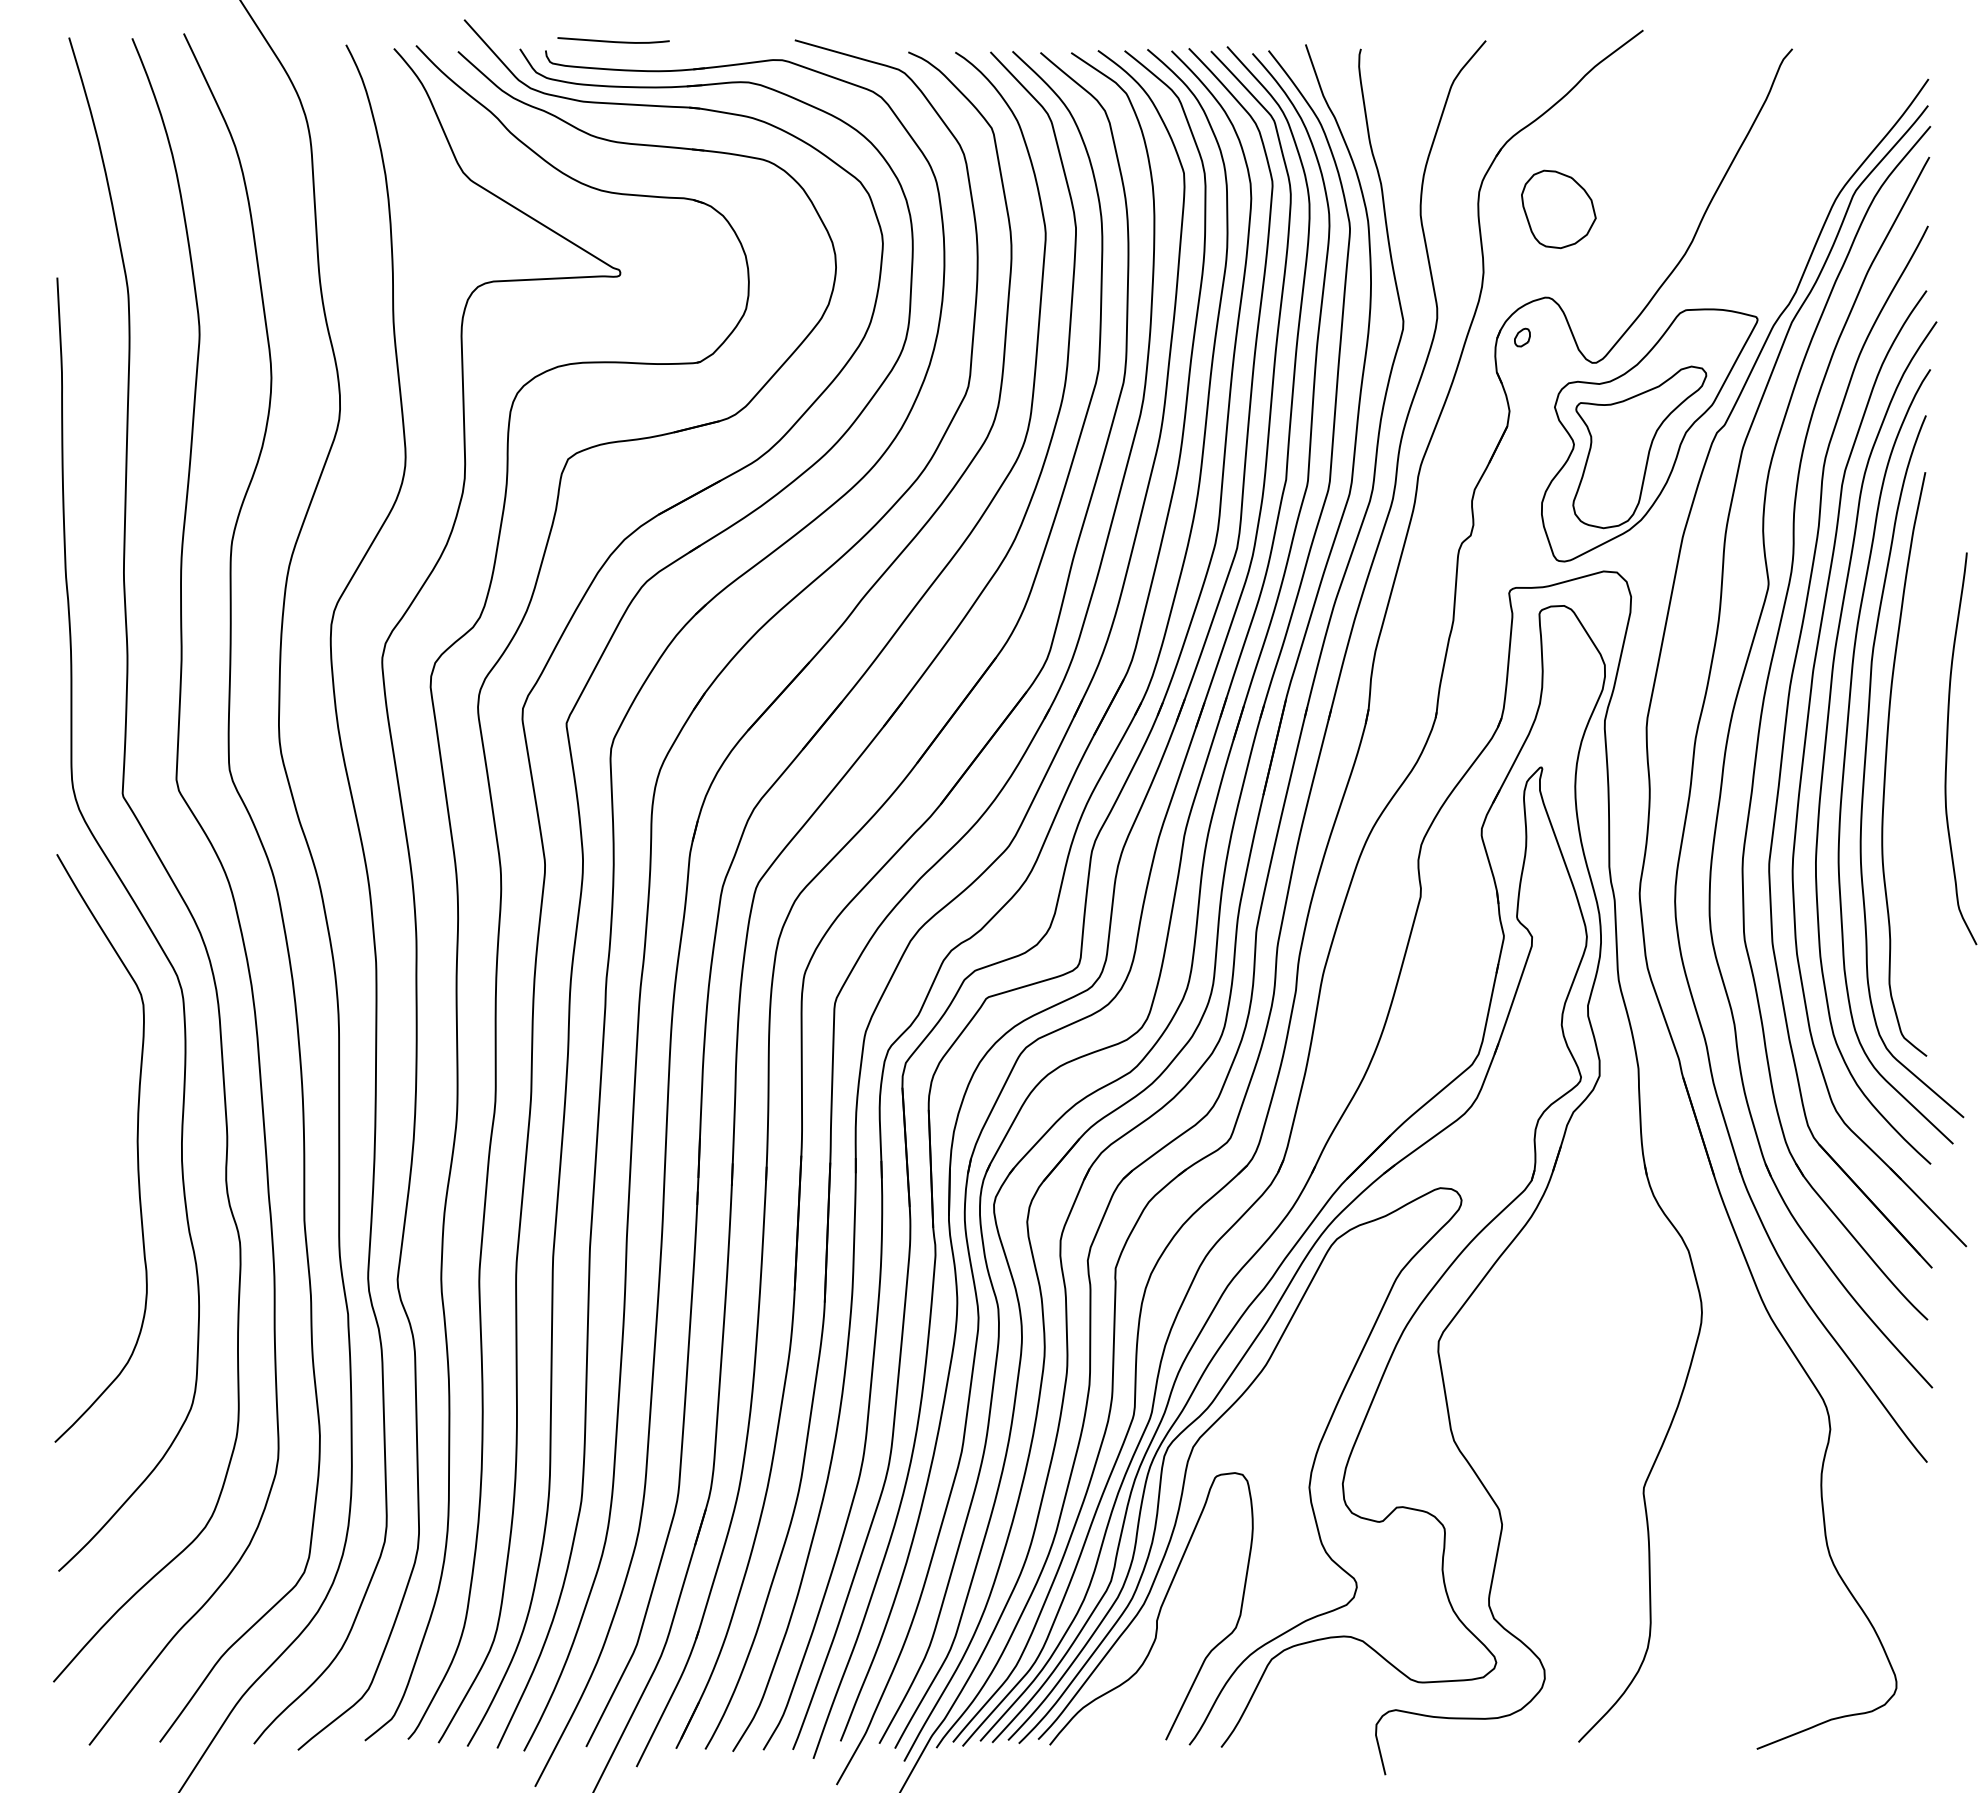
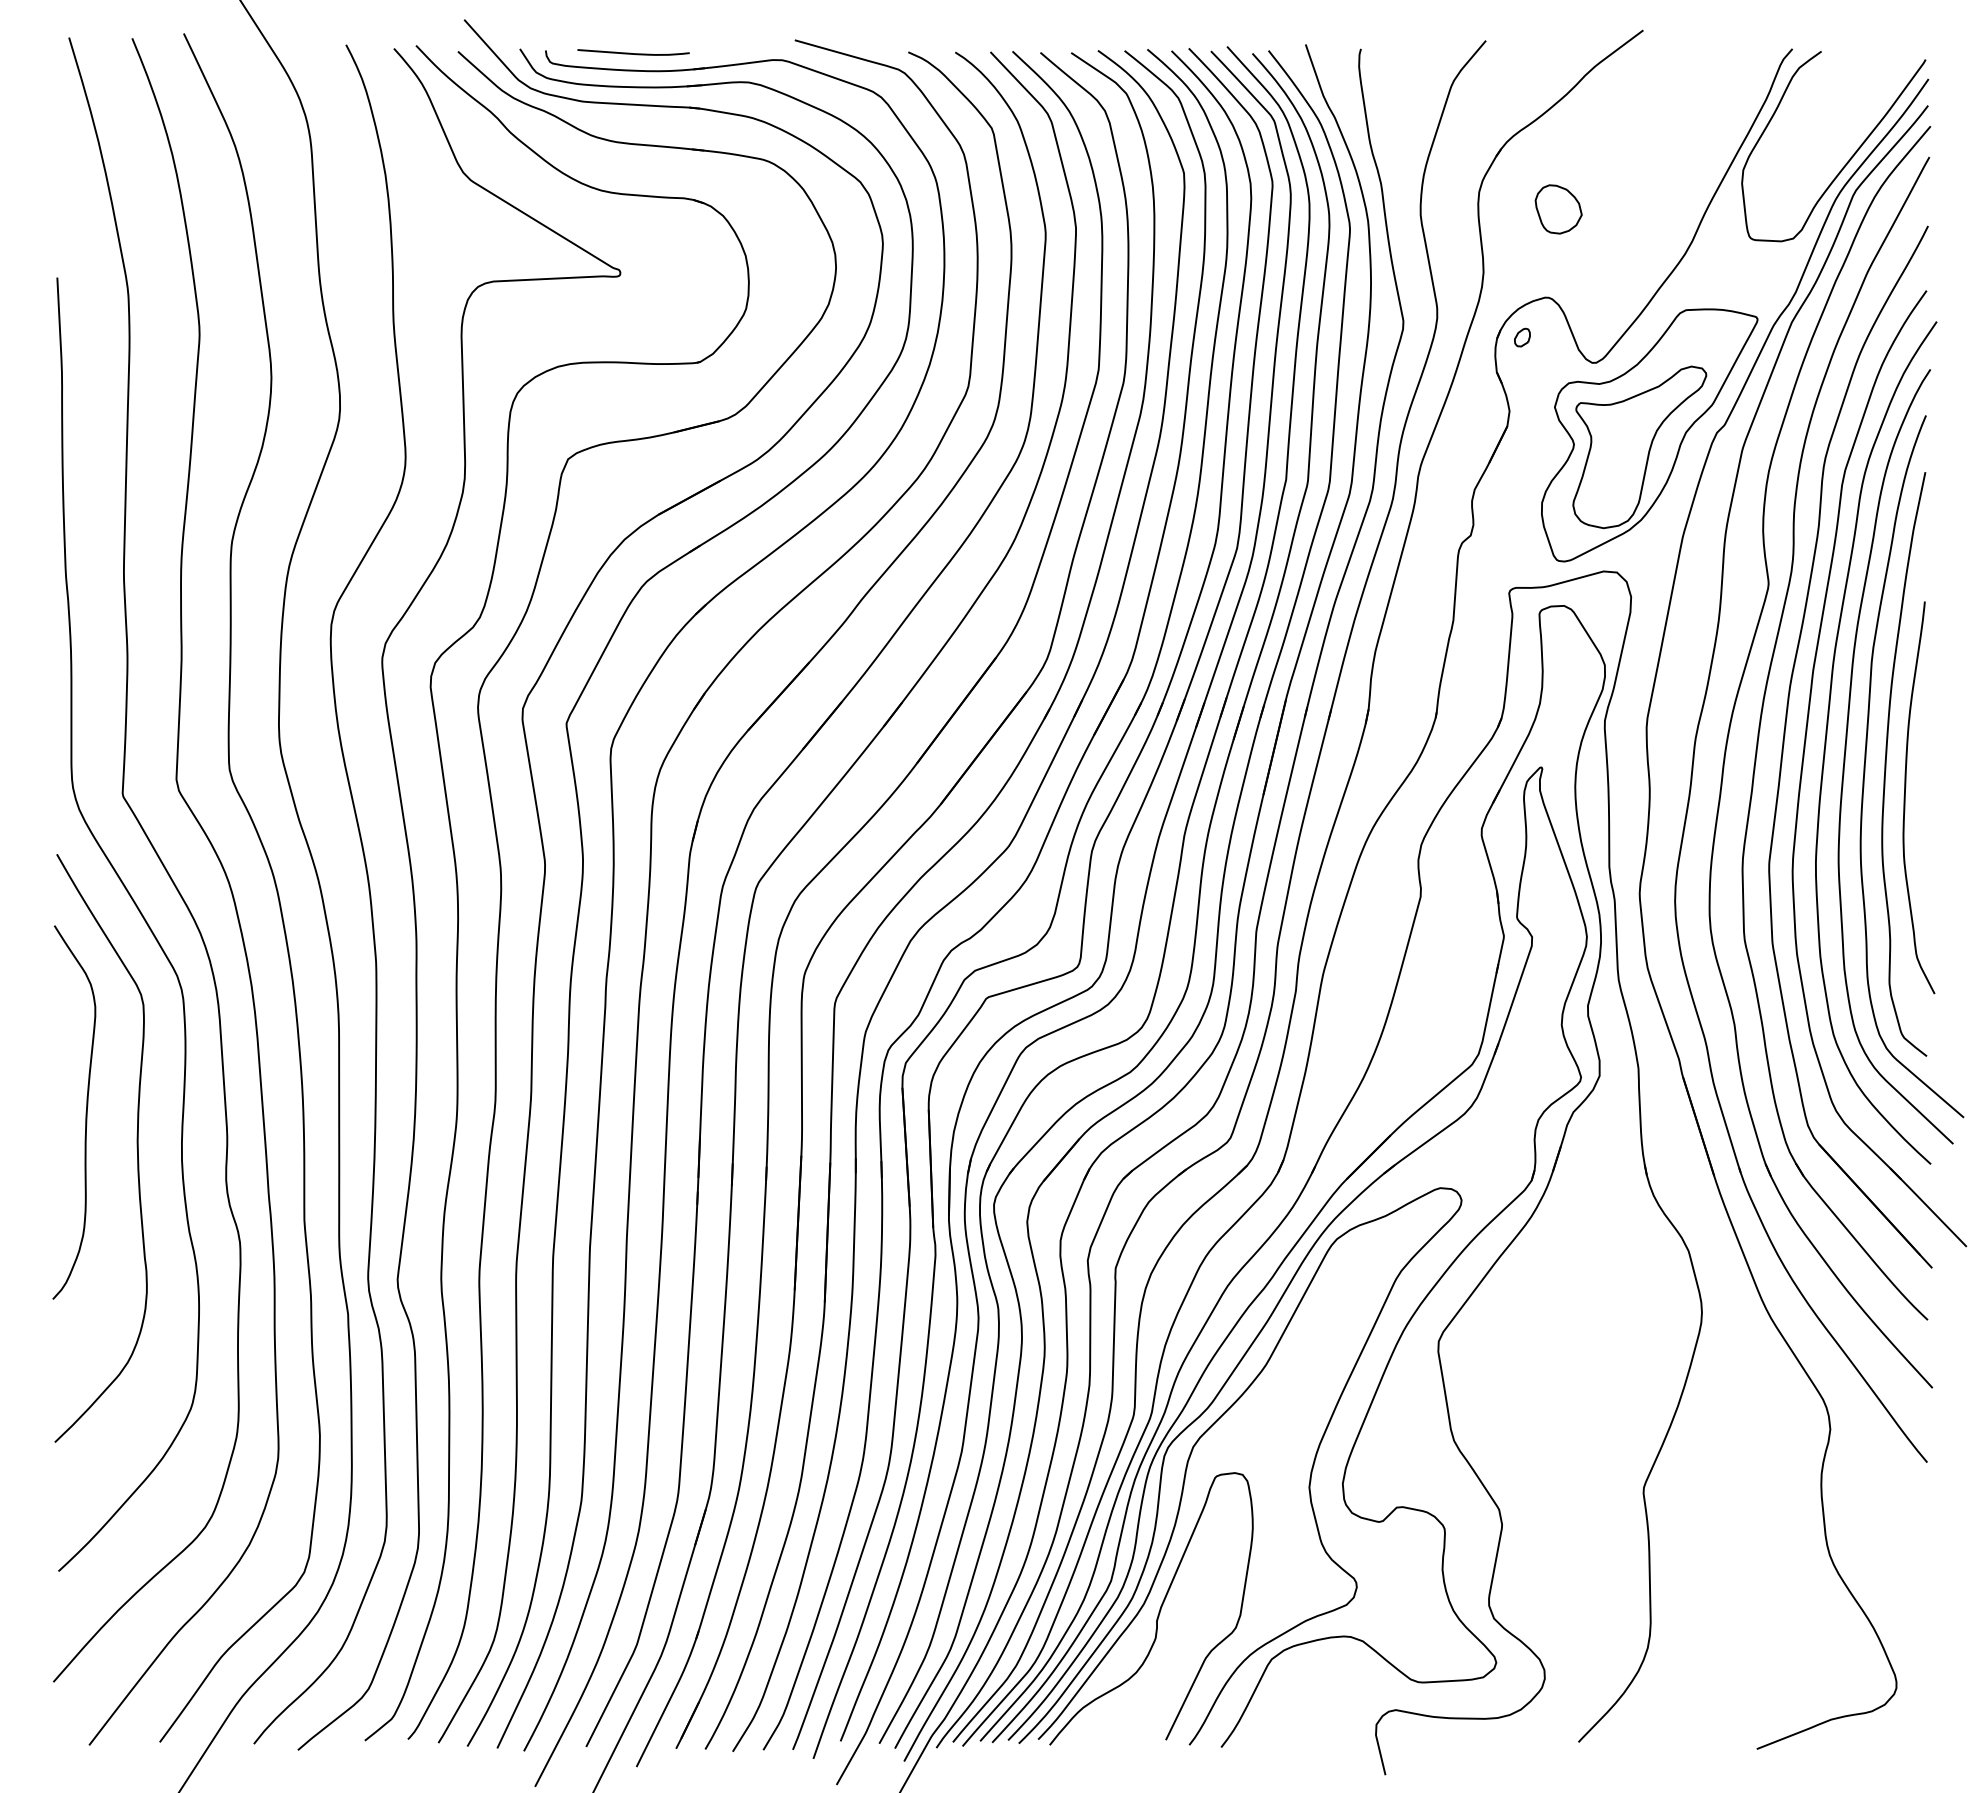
curve at (613, 41) position: (613, 41) -> (633, 53)
curve at (1849, 158): none -> present
part at (1558, 209) size: 76x81 px -> 49x51 px
curve at (1947, 748) position: (1947, 748) -> (1905, 797)
curve at (85, 1112): none -> present
